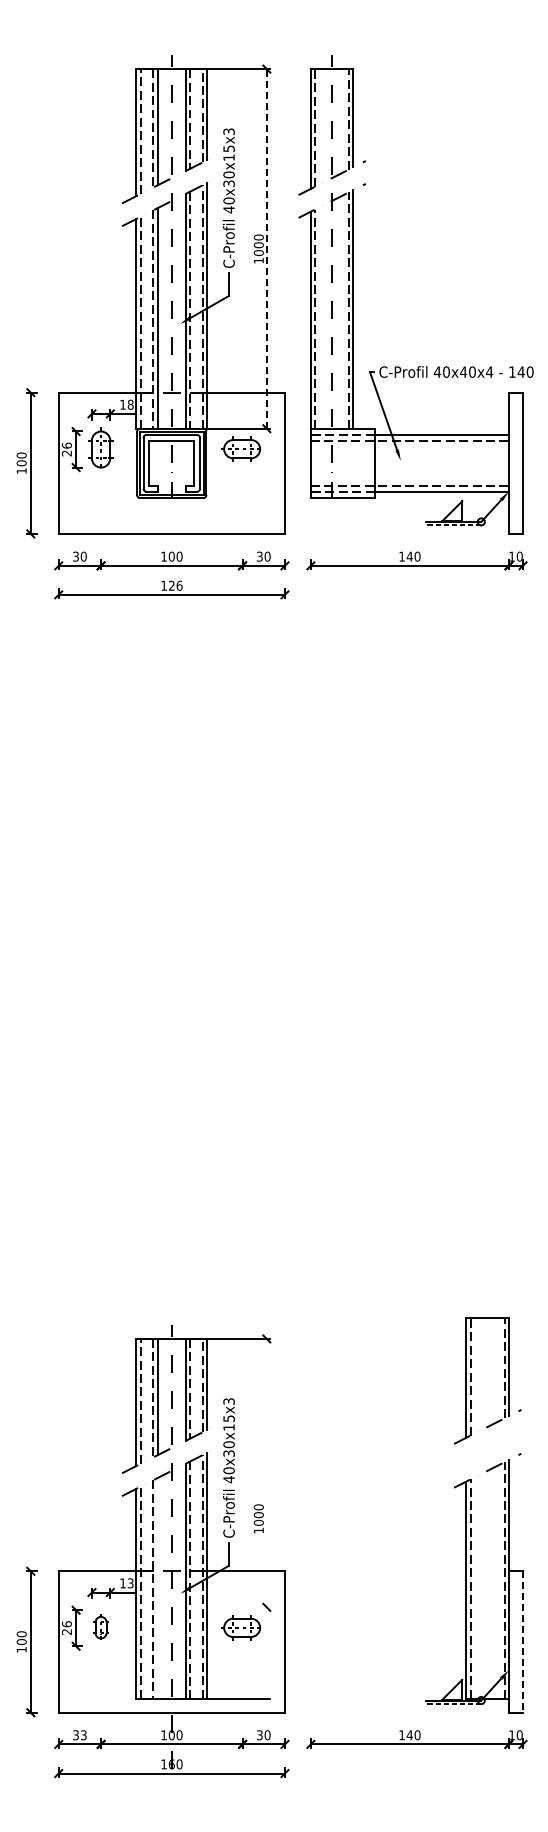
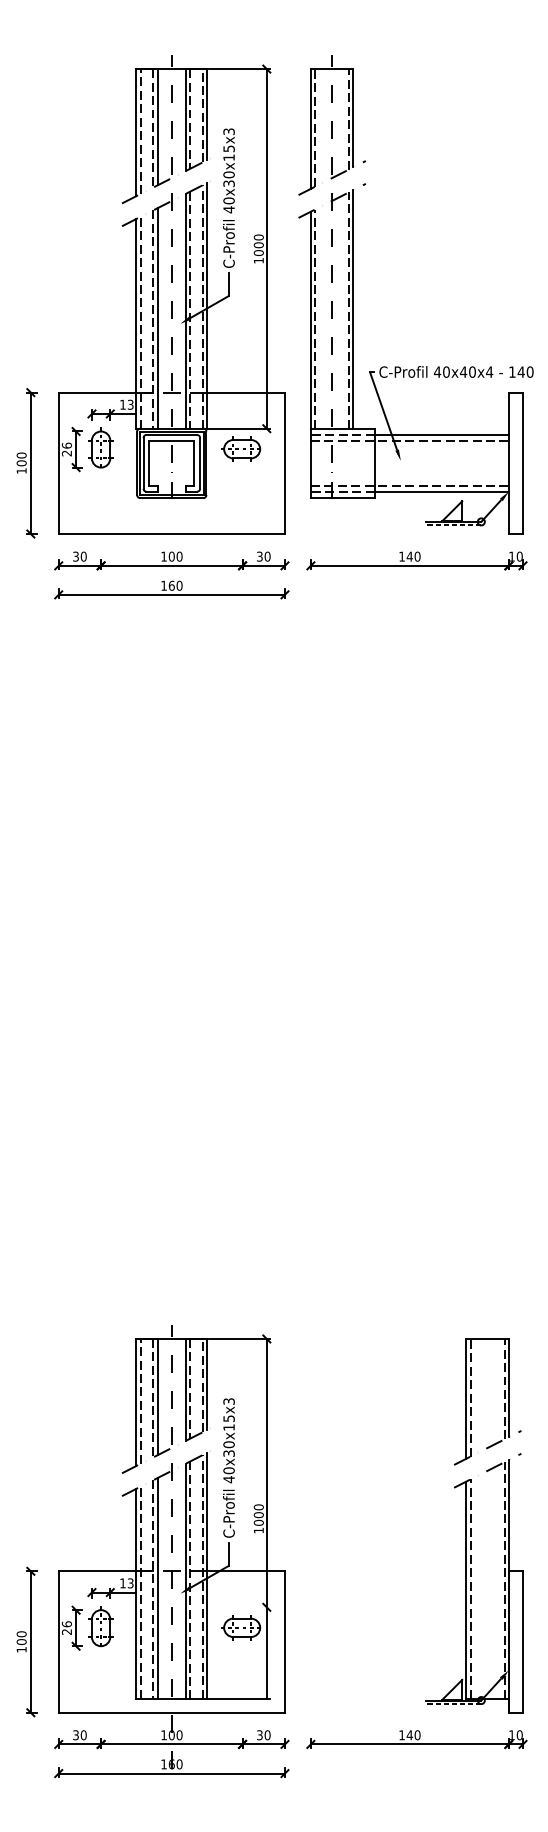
line at (266, 248): dashed -> solid
text at (130, 404): 18 -> 13
text at (175, 585): 126 -> 160
part at (471, 1380) position: (471, 1380) -> (471, 1401)
line at (266, 1518): none -> present
line at (157, 1588): none -> present
part at (100, 1626) size: 16x26 px -> 26x42 px
line at (523, 1641): dashed -> solid
text at (83, 1735): 33 -> 30
